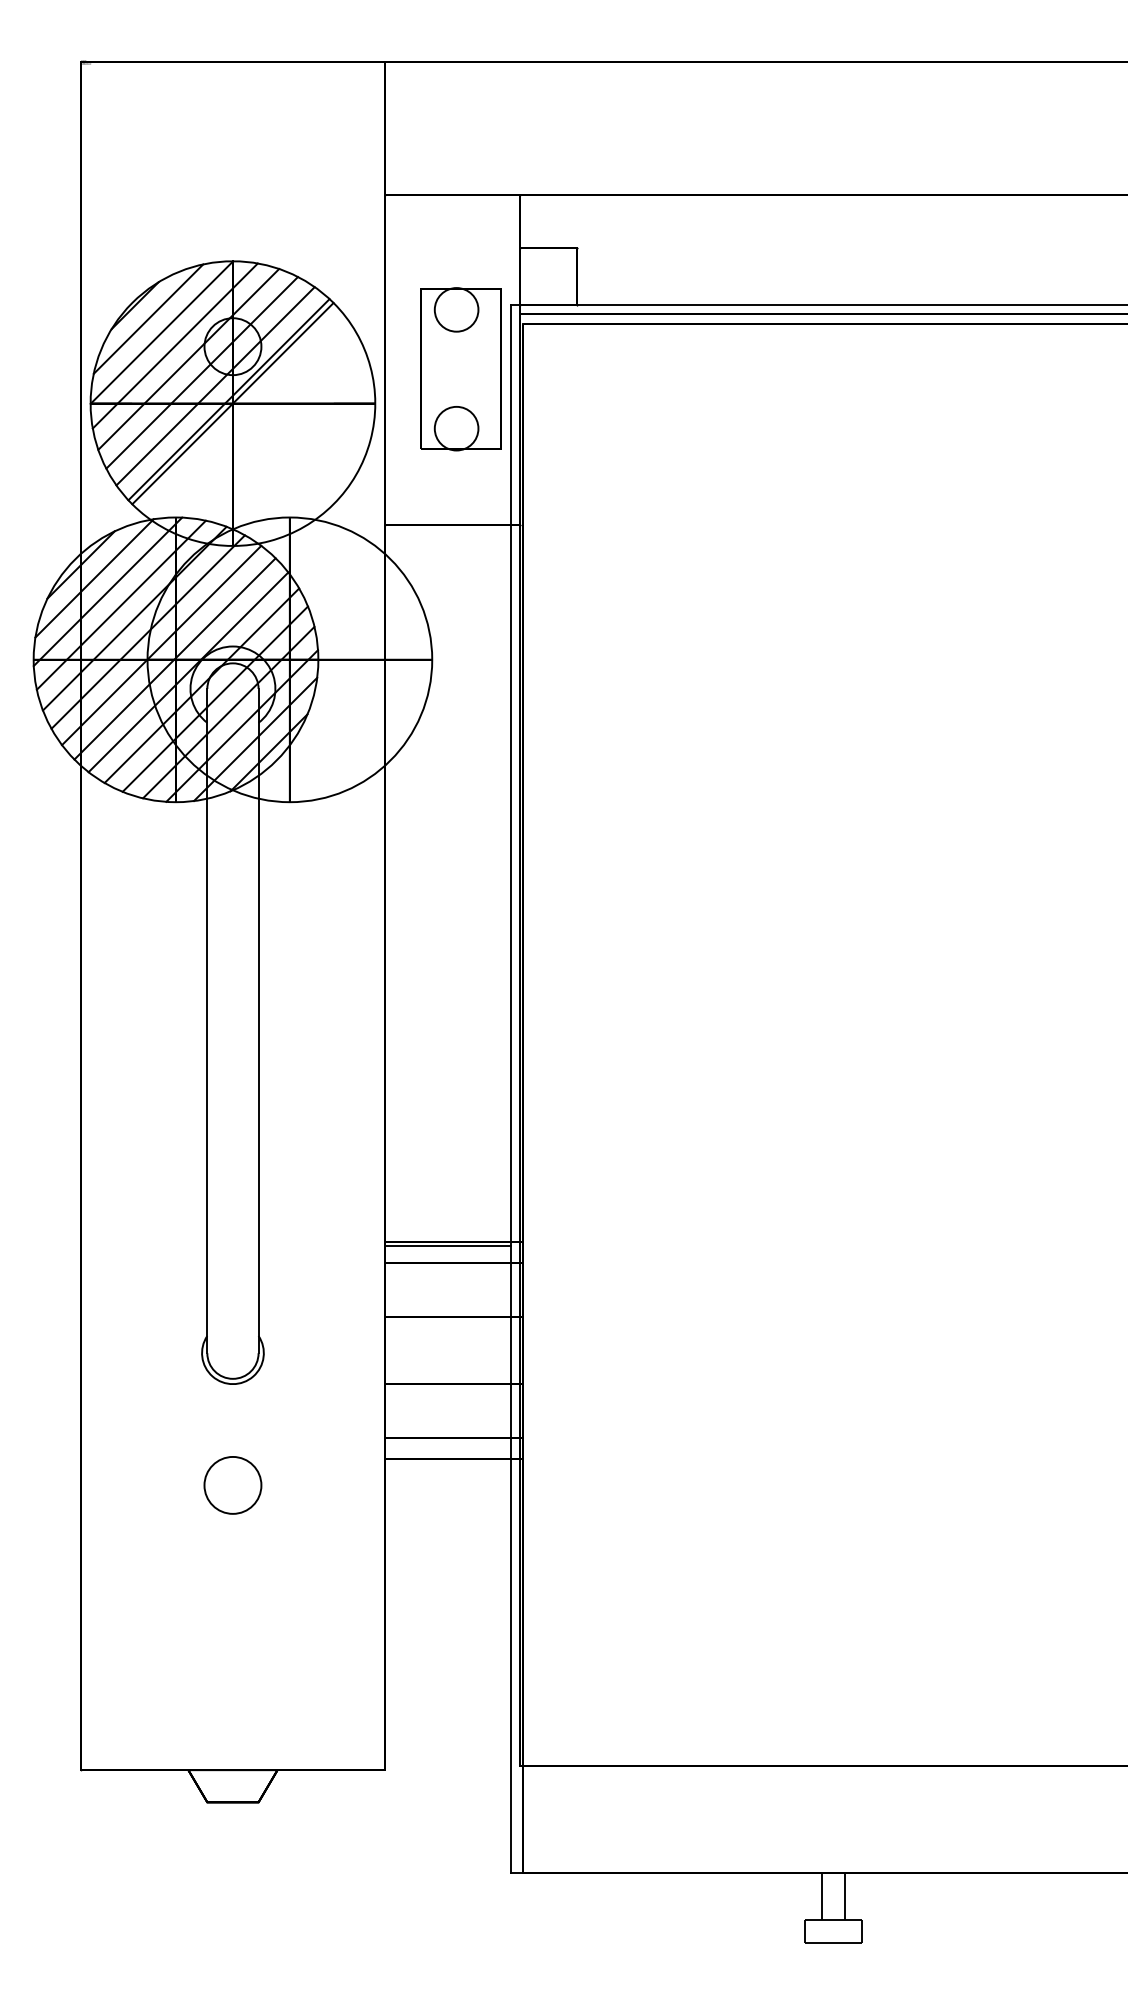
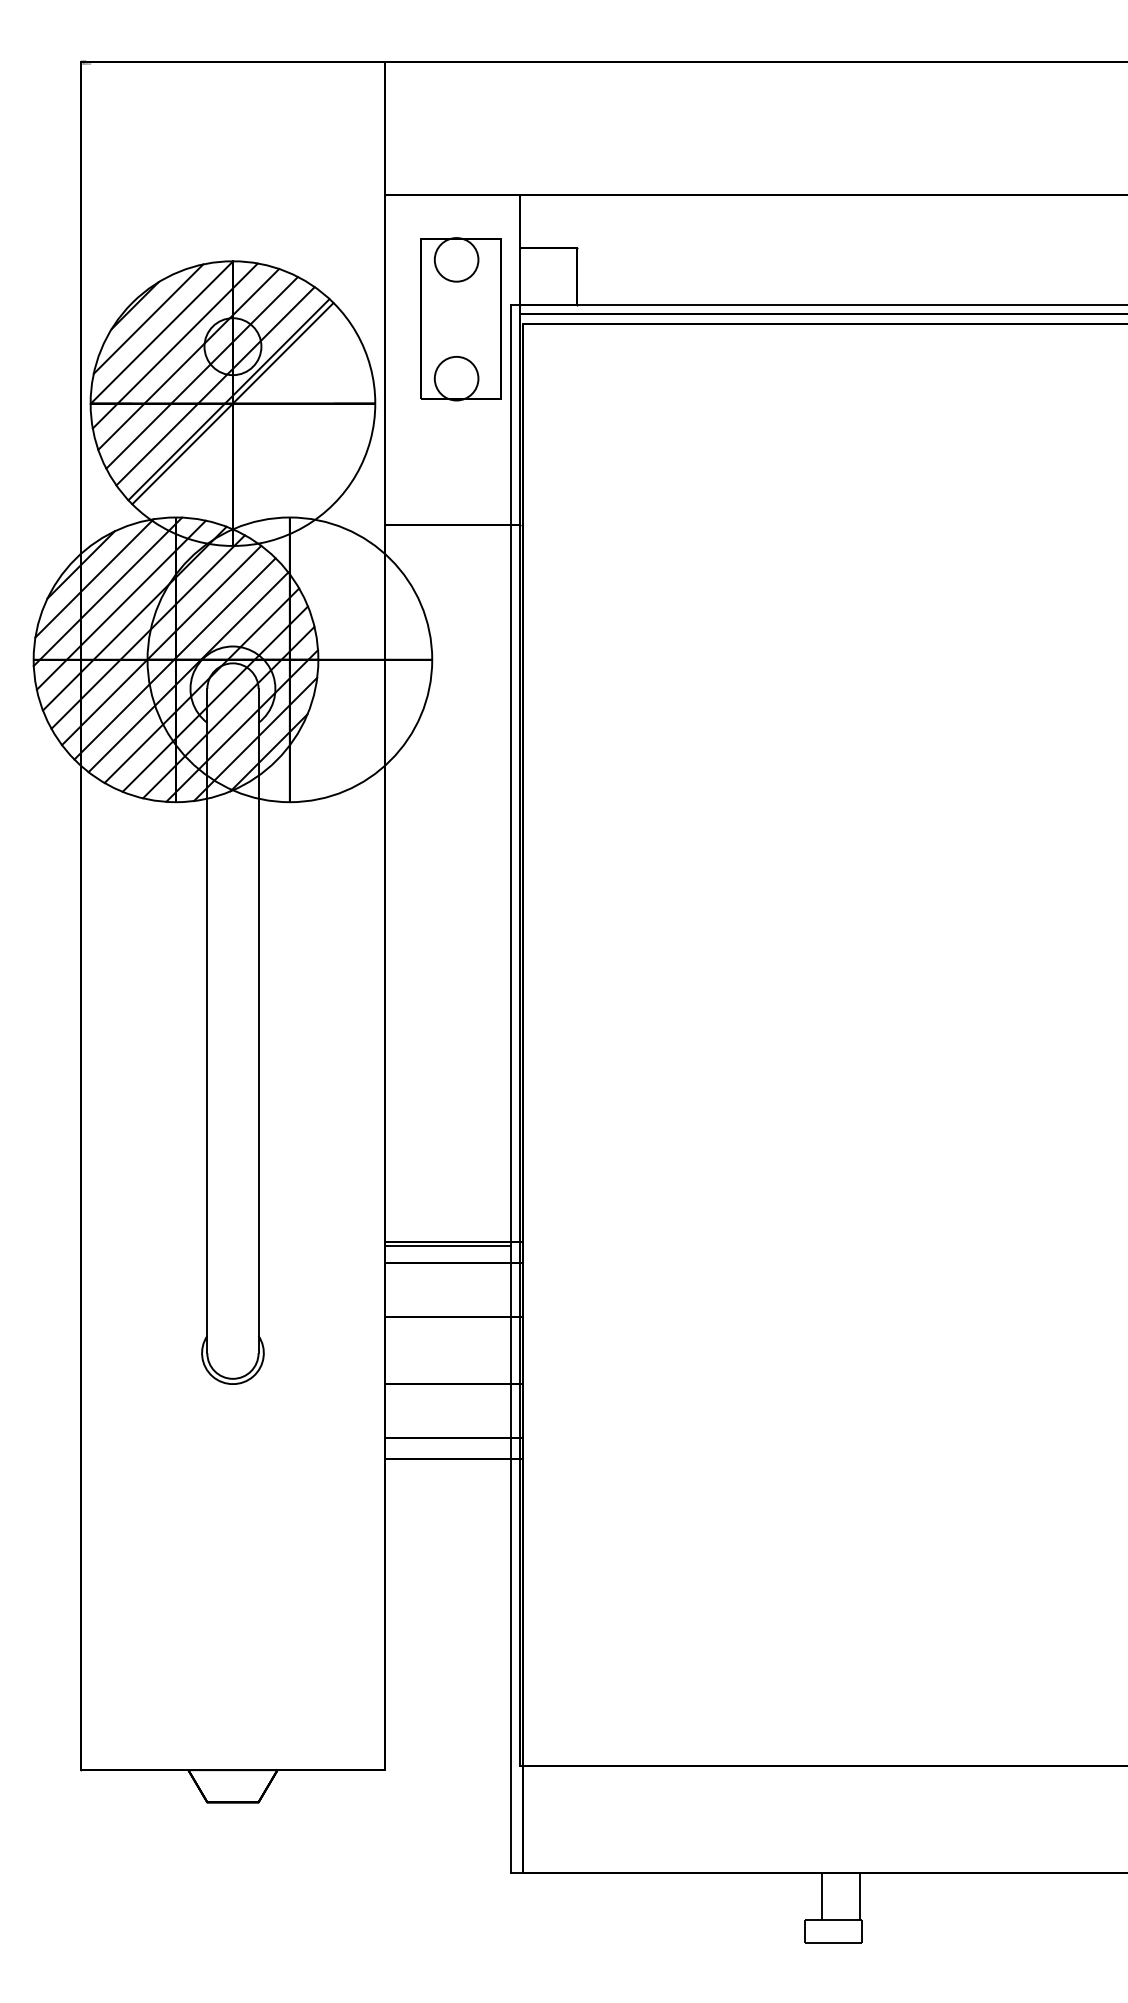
part at (460, 369) position: (460, 369) -> (460, 319)
circle at (232, 1485): present -> none
line at (845, 1896) position: (845, 1896) -> (860, 1896)
